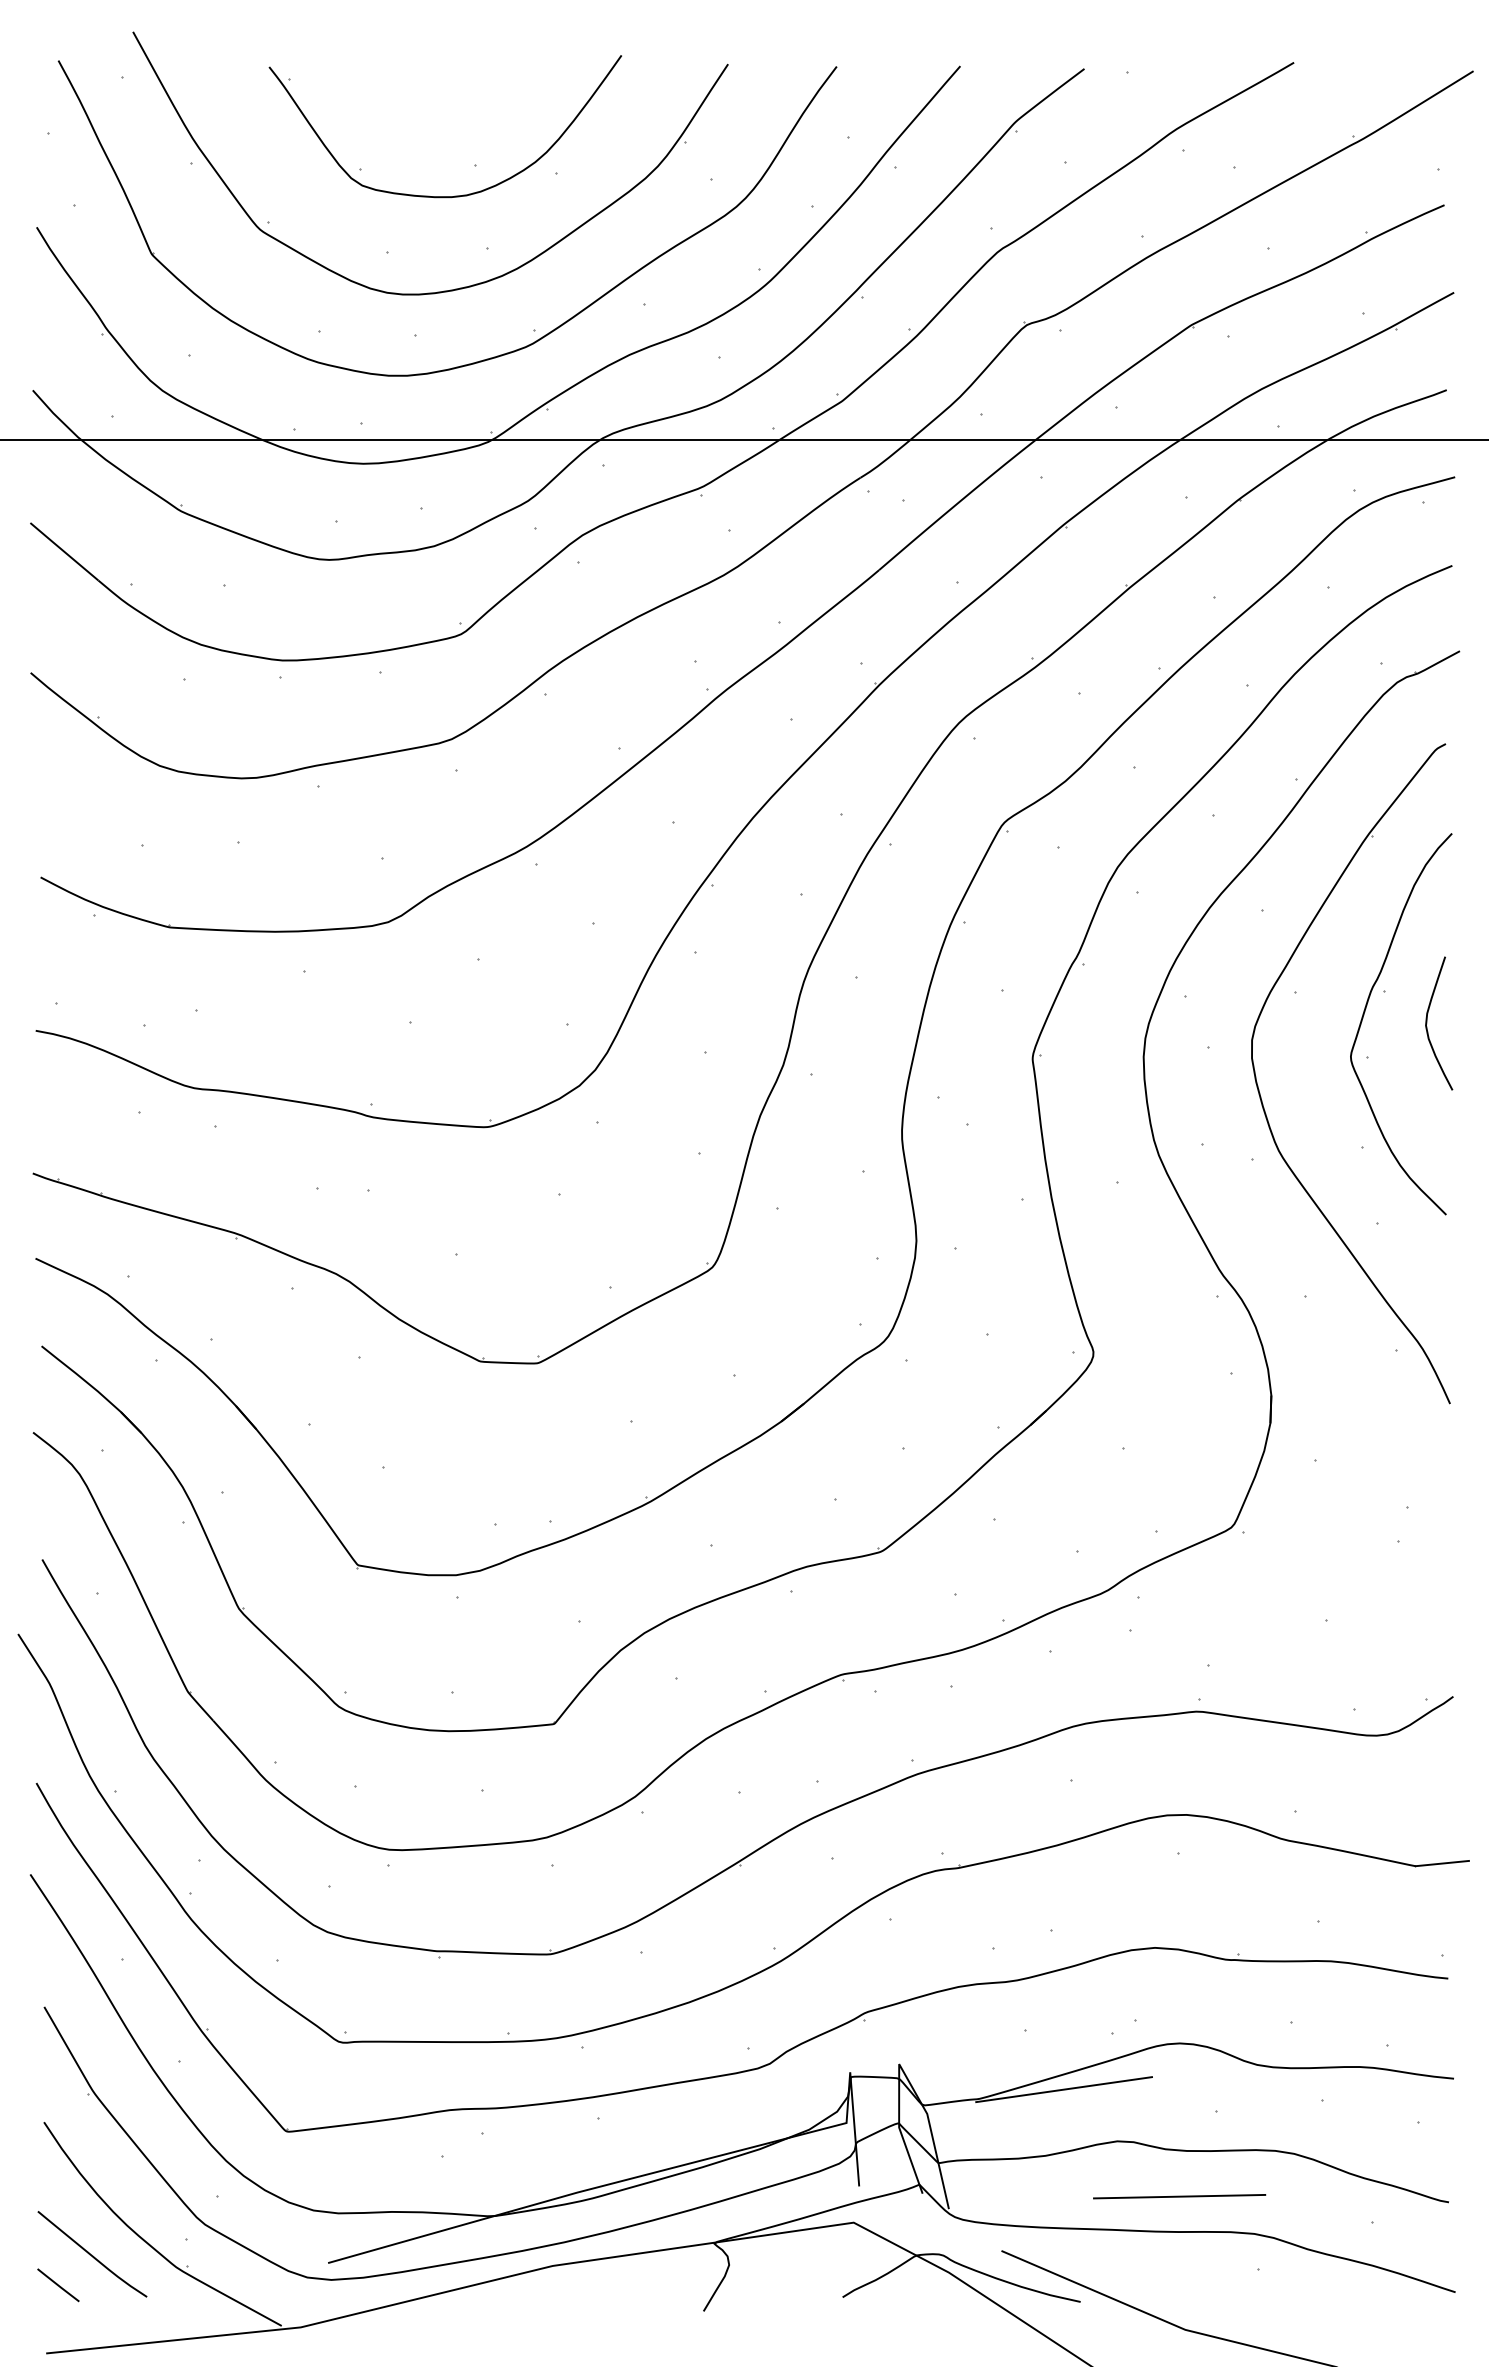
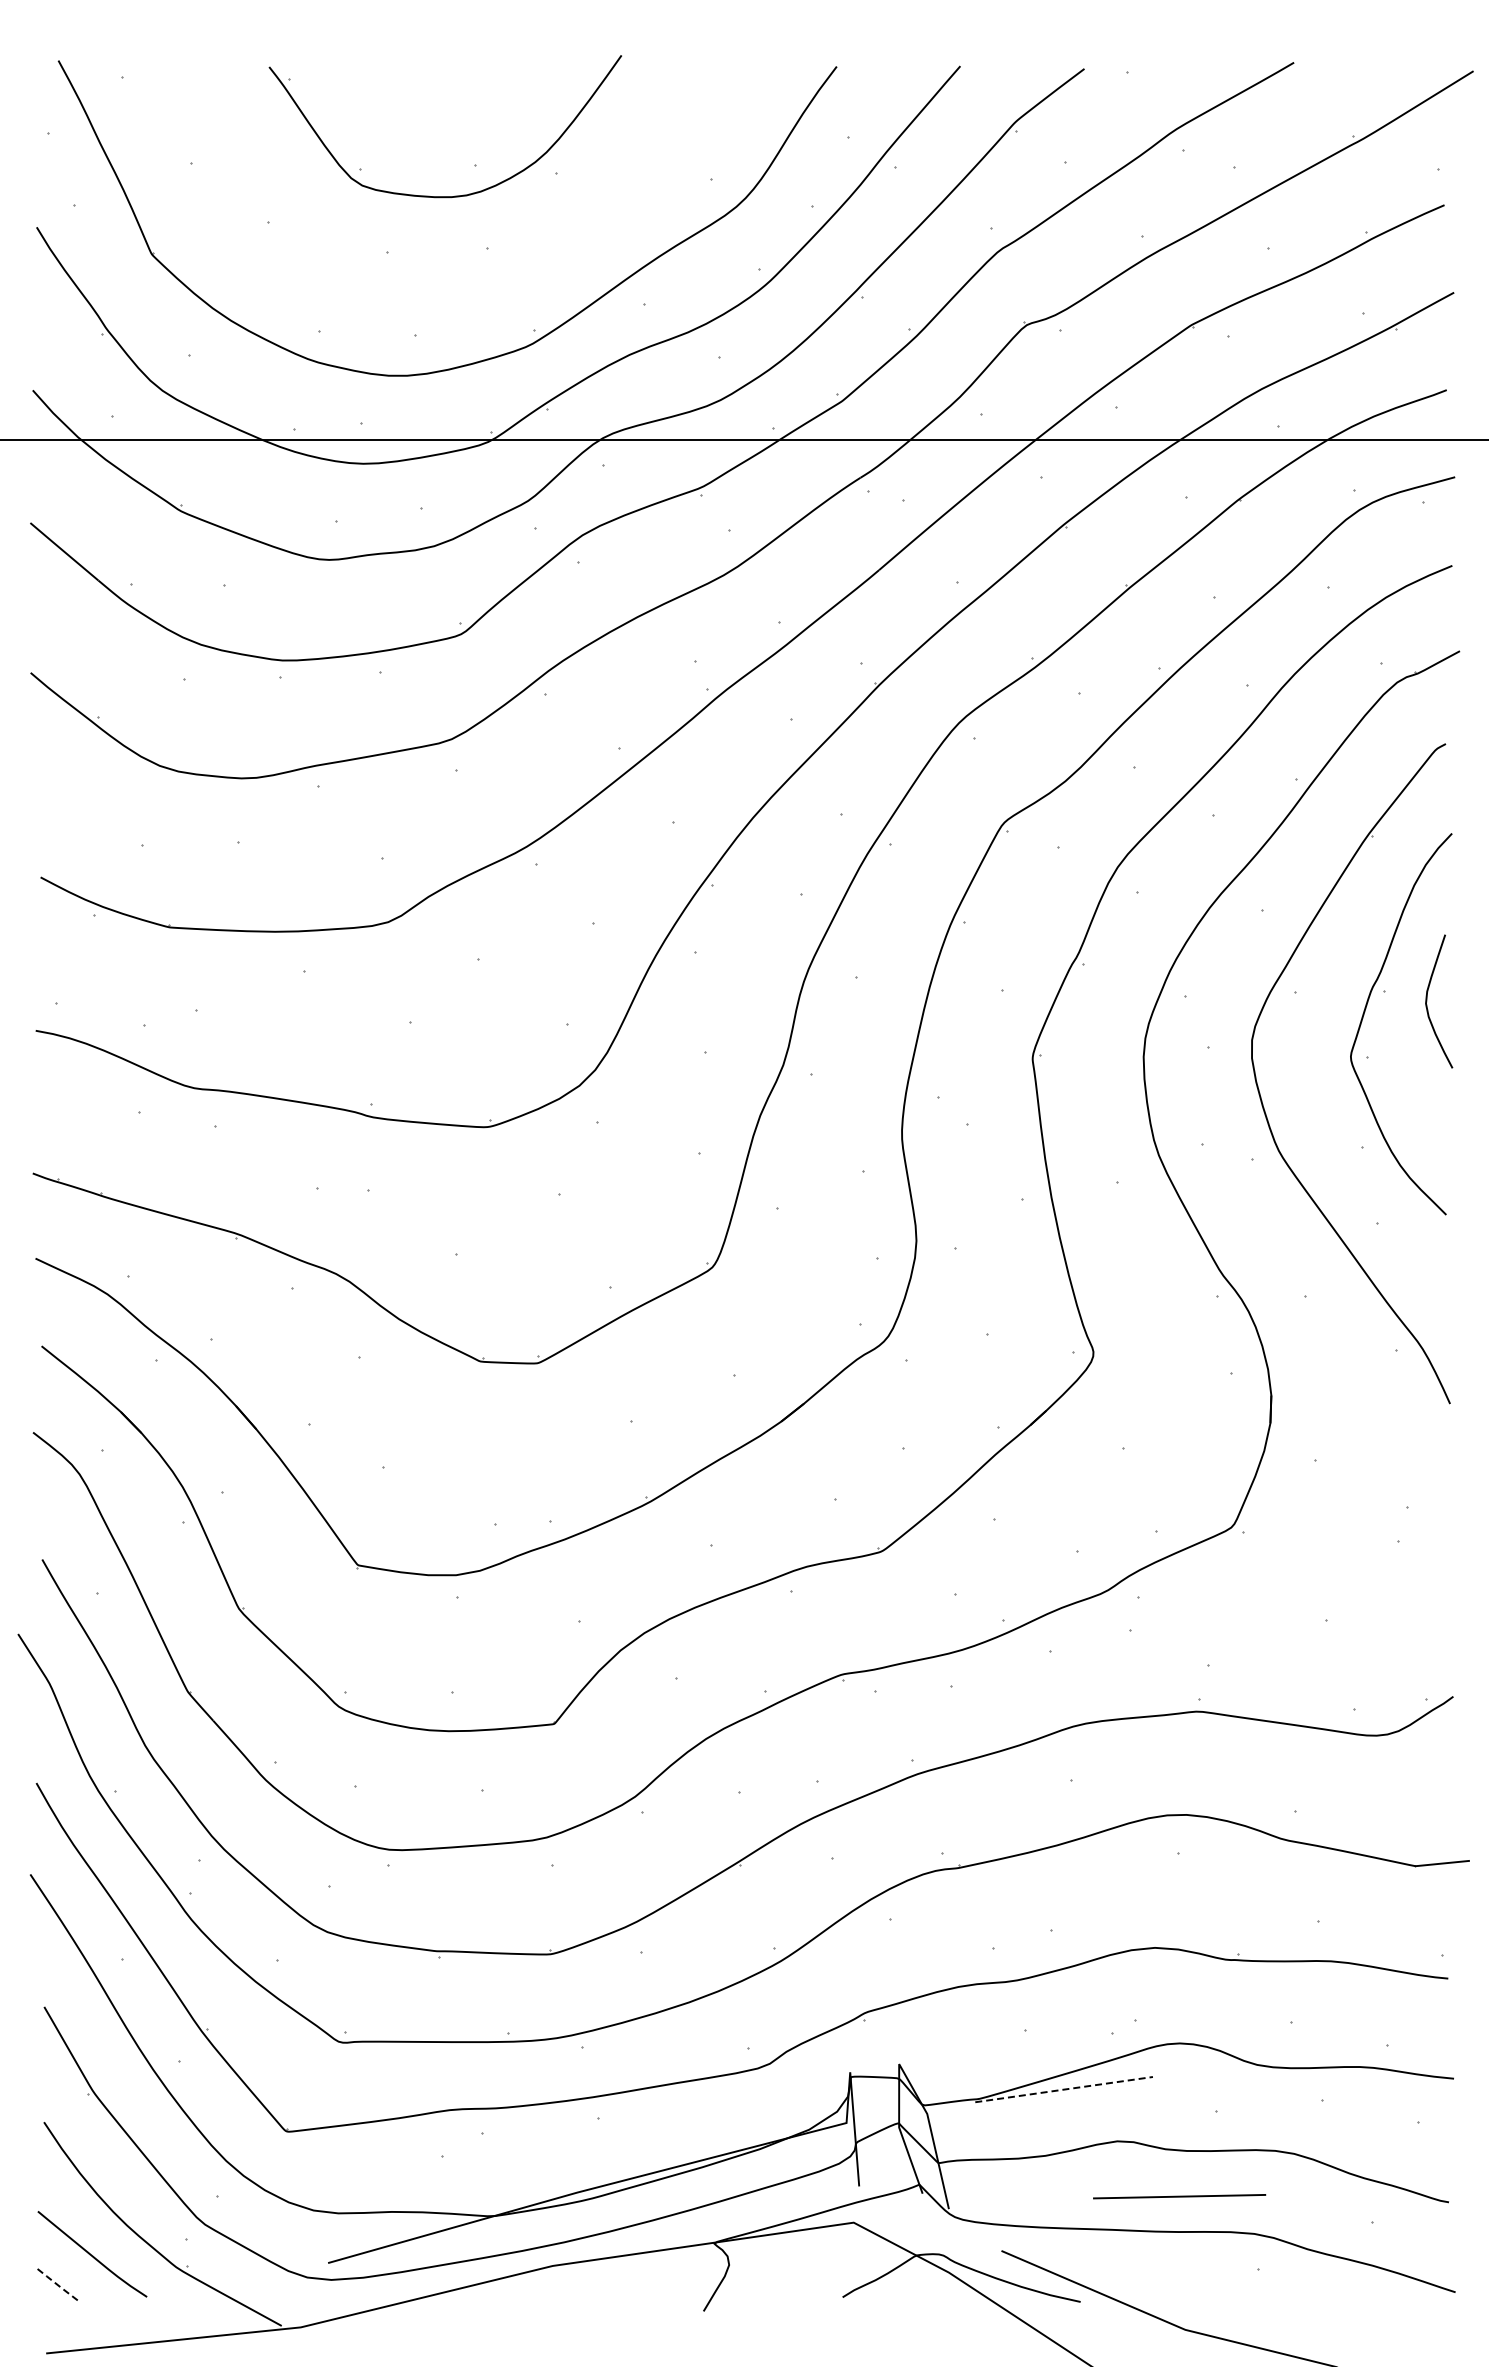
part at (455, 288): present -> none
curve at (1427, 1023) position: (1427, 1023) -> (1427, 1001)
line at (1064, 2089): solid -> dashed
line at (58, 2285): solid -> dashed
